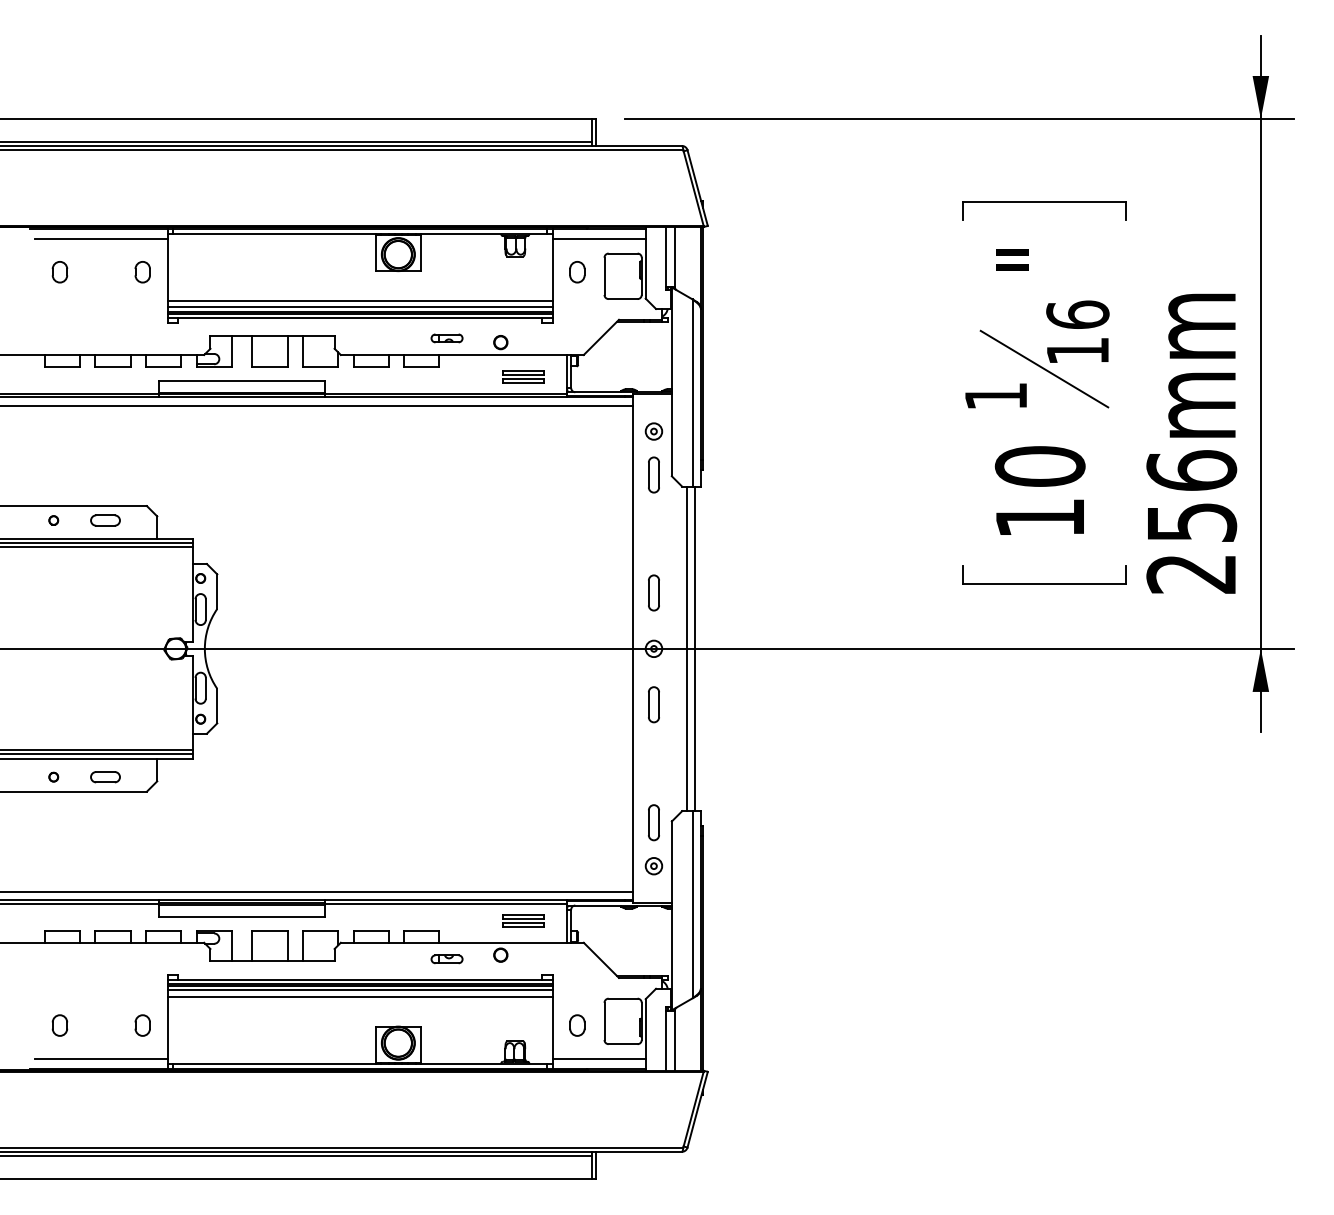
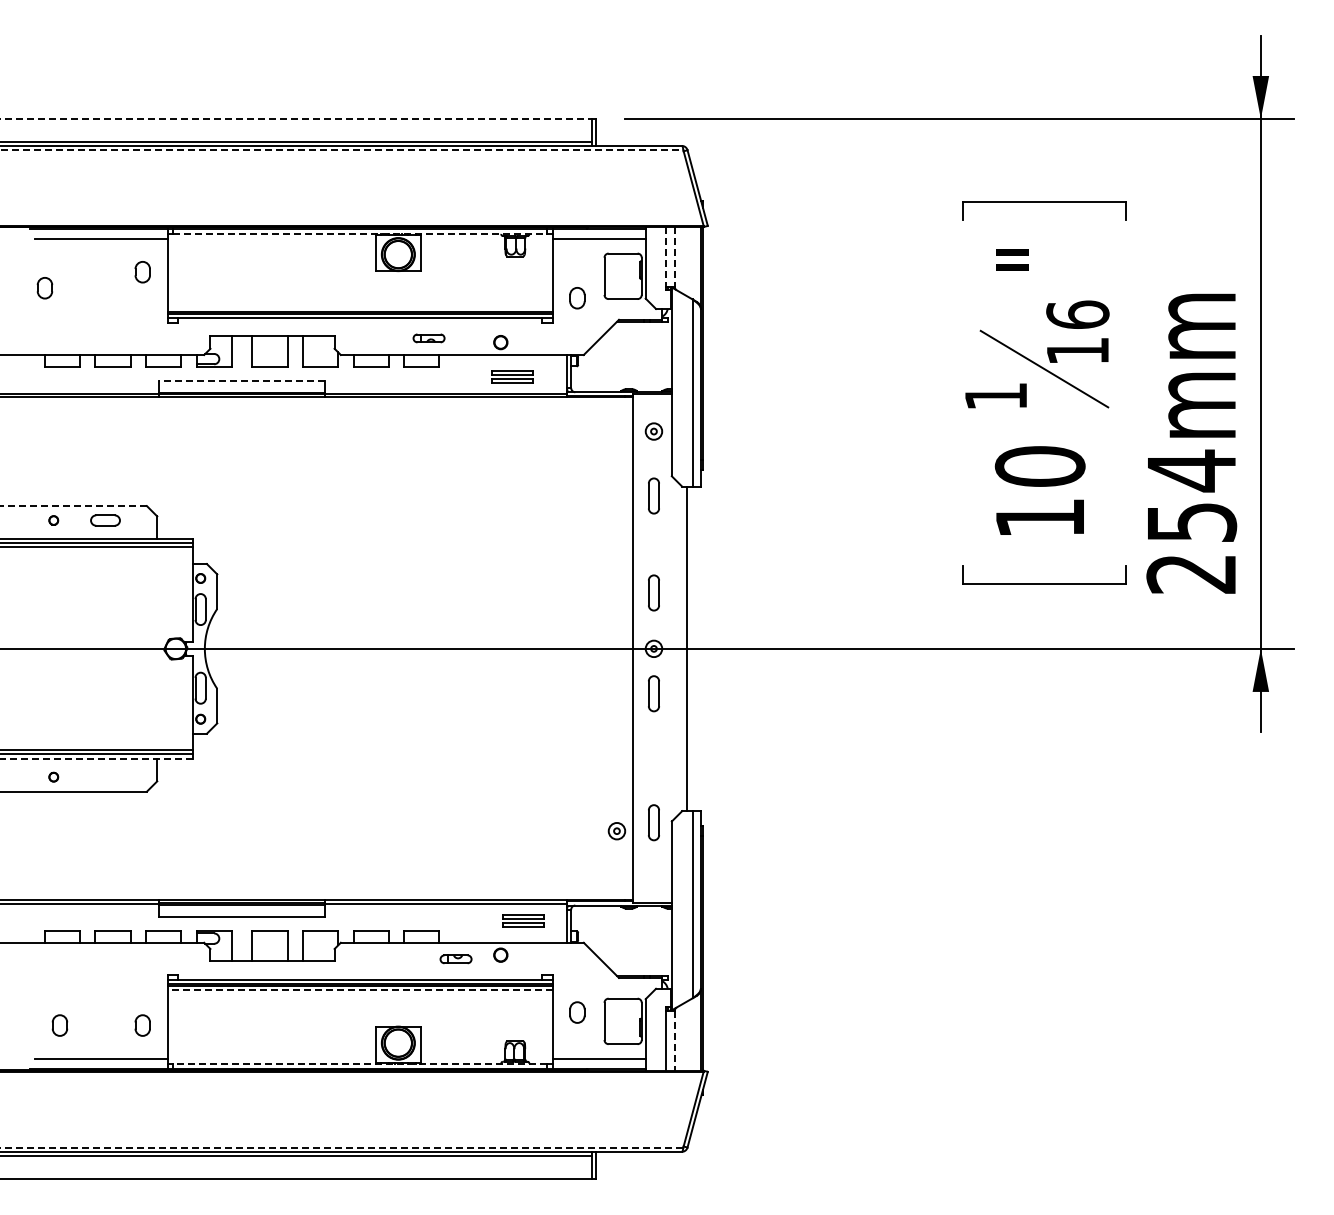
line at (295, 119): solid -> dashed
line at (342, 150): solid -> dashed
line at (360, 233): solid -> dashed
line at (666, 256): solid -> dashed
line at (674, 256): solid -> dashed
part at (59, 272) position: (59, 272) -> (44, 288)
part at (577, 272) position: (577, 272) -> (577, 298)
line at (359, 301): present -> none
line at (359, 307): present -> none
part at (446, 338) position: (446, 338) -> (428, 338)
part at (523, 376) position: (523, 376) -> (512, 376)
line at (242, 380): solid -> dashed
line at (317, 405): present -> none
text at (1191, 470): 256mm -> 254mm
part at (653, 474) position: (653, 474) -> (653, 495)
line at (73, 506): solid -> dashed
line at (695, 648): present -> none
part at (653, 704) position: (653, 704) -> (653, 693)
line at (96, 758): solid -> dashed
part at (105, 777): present -> none
part at (653, 866) position: (653, 866) -> (616, 831)
line at (317, 892): present -> none
part at (446, 959) position: (446, 959) -> (455, 959)
line at (359, 990): solid -> dashed
line at (359, 996): present -> none
part at (577, 1025) position: (577, 1025) -> (577, 1012)
line at (674, 1040): solid -> dashed
line at (359, 1063): solid -> dashed
line at (341, 1147): solid -> dashed
